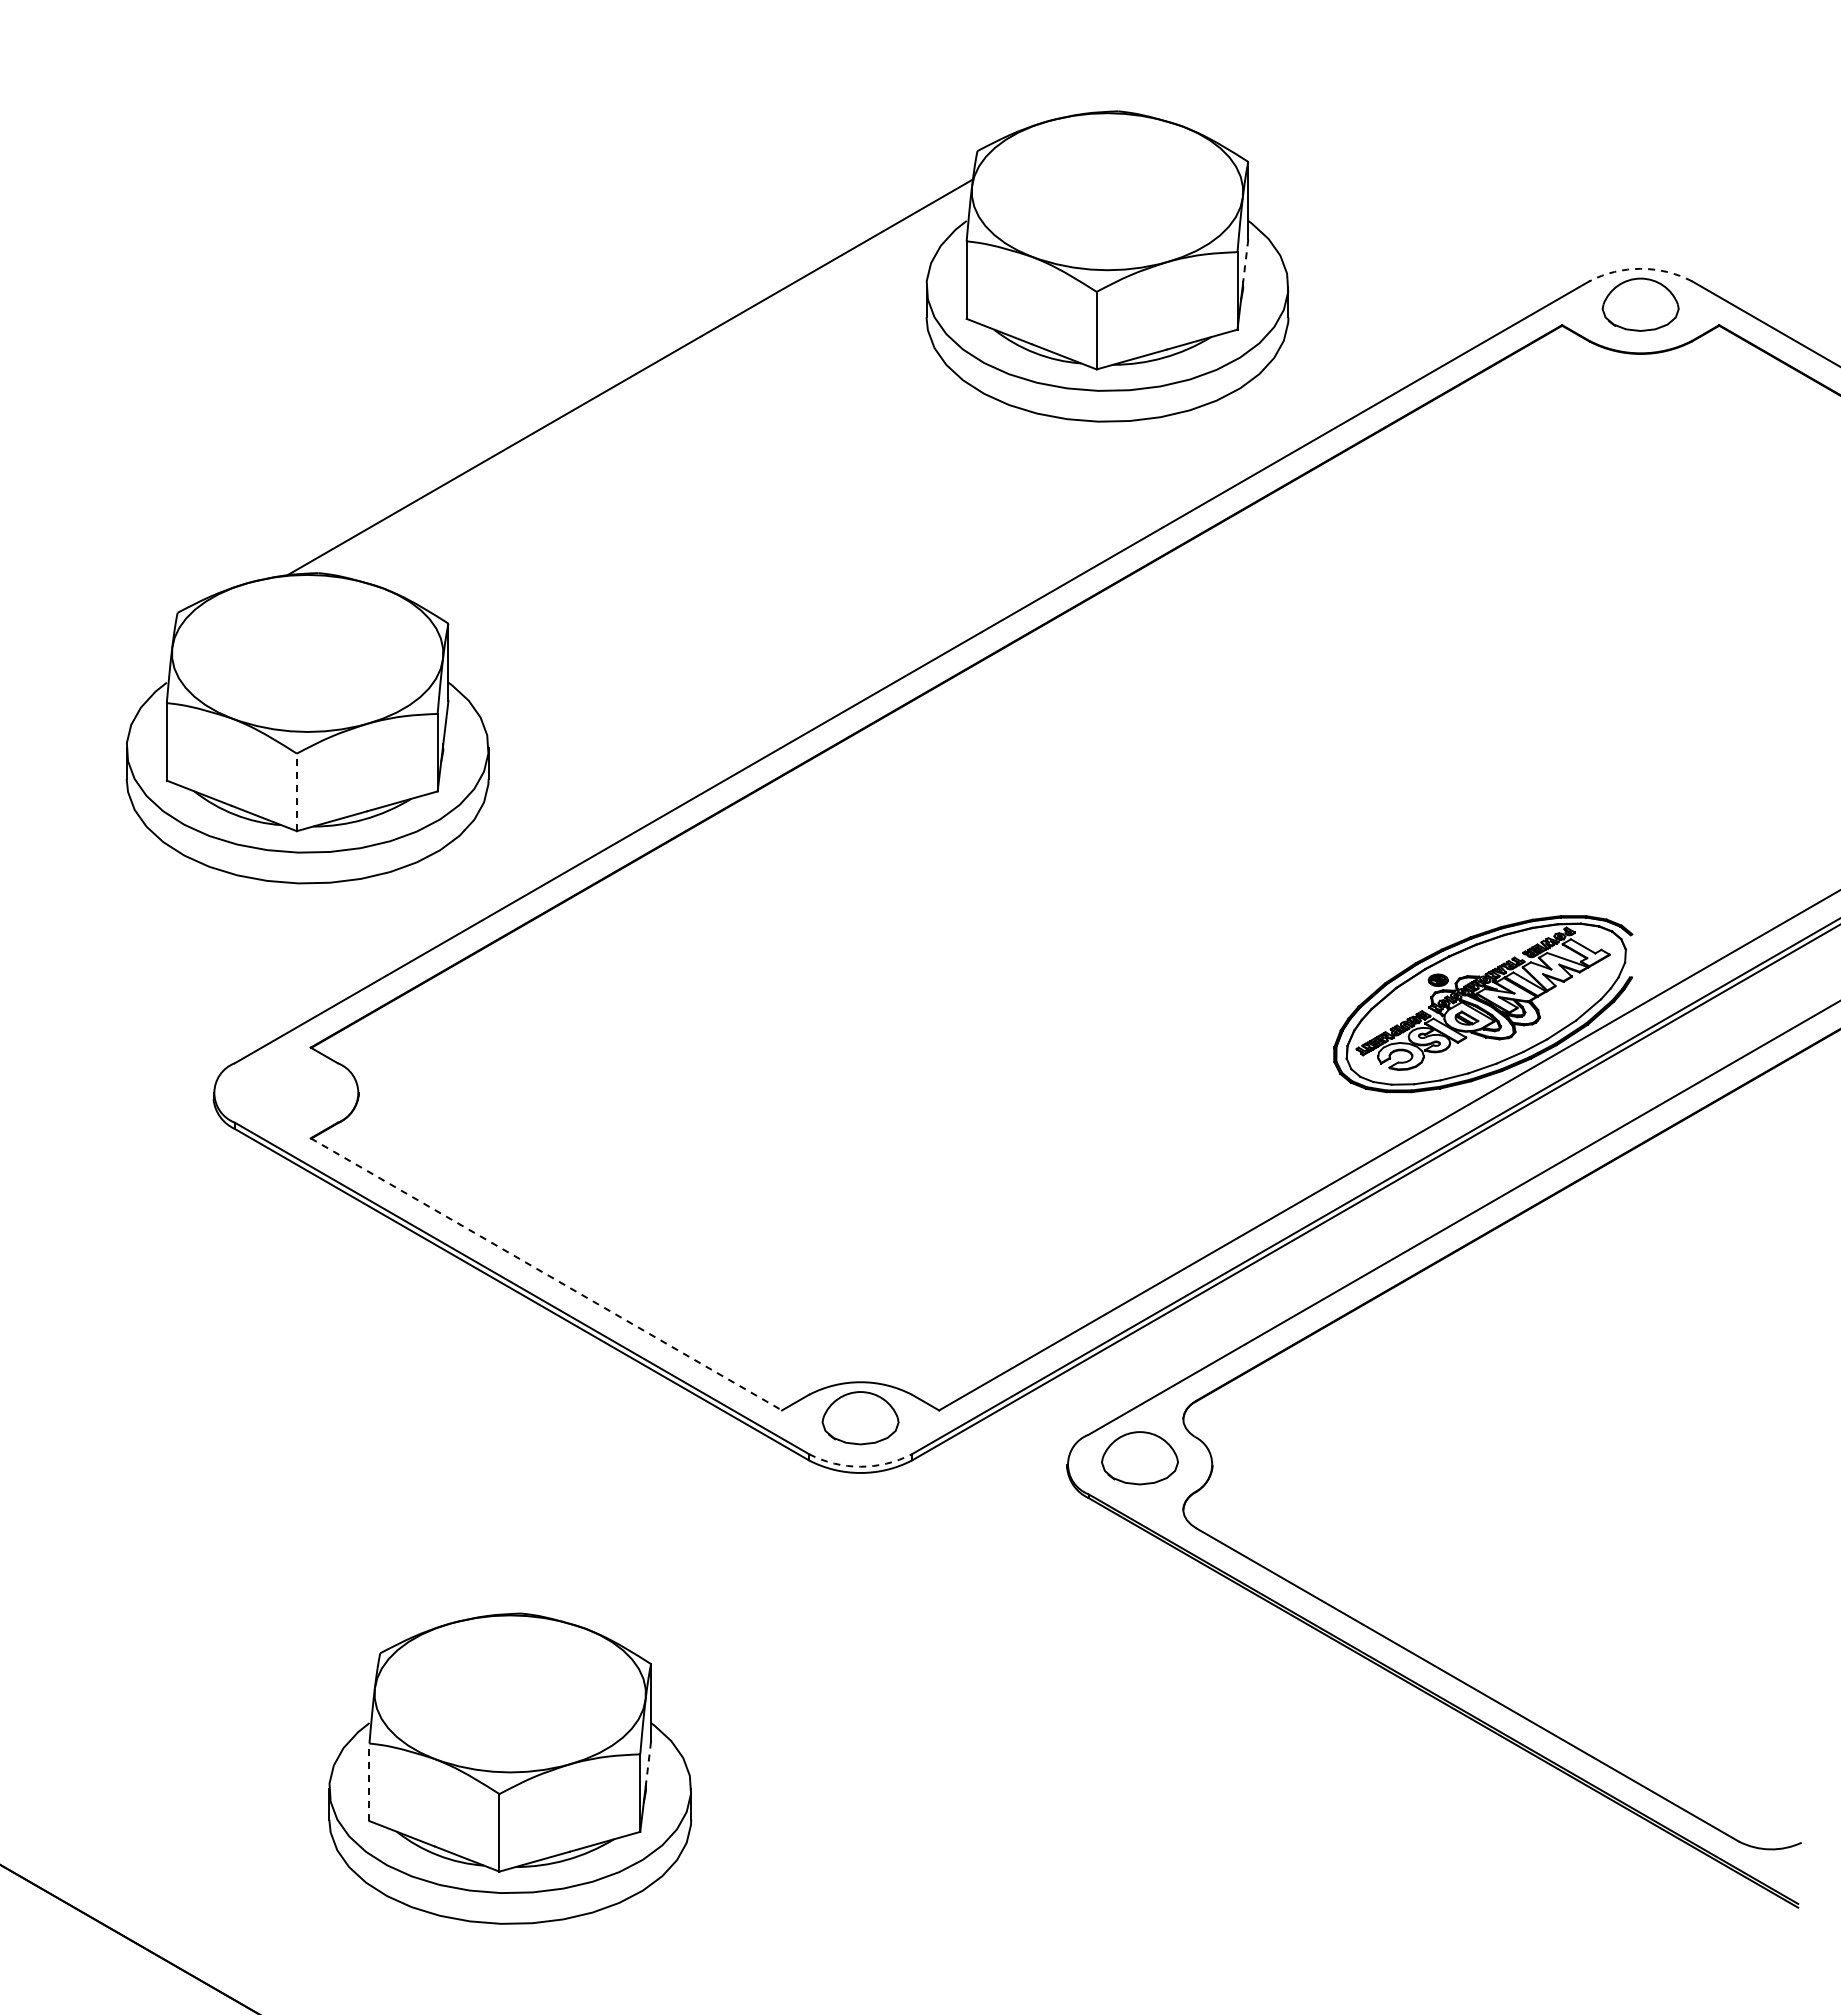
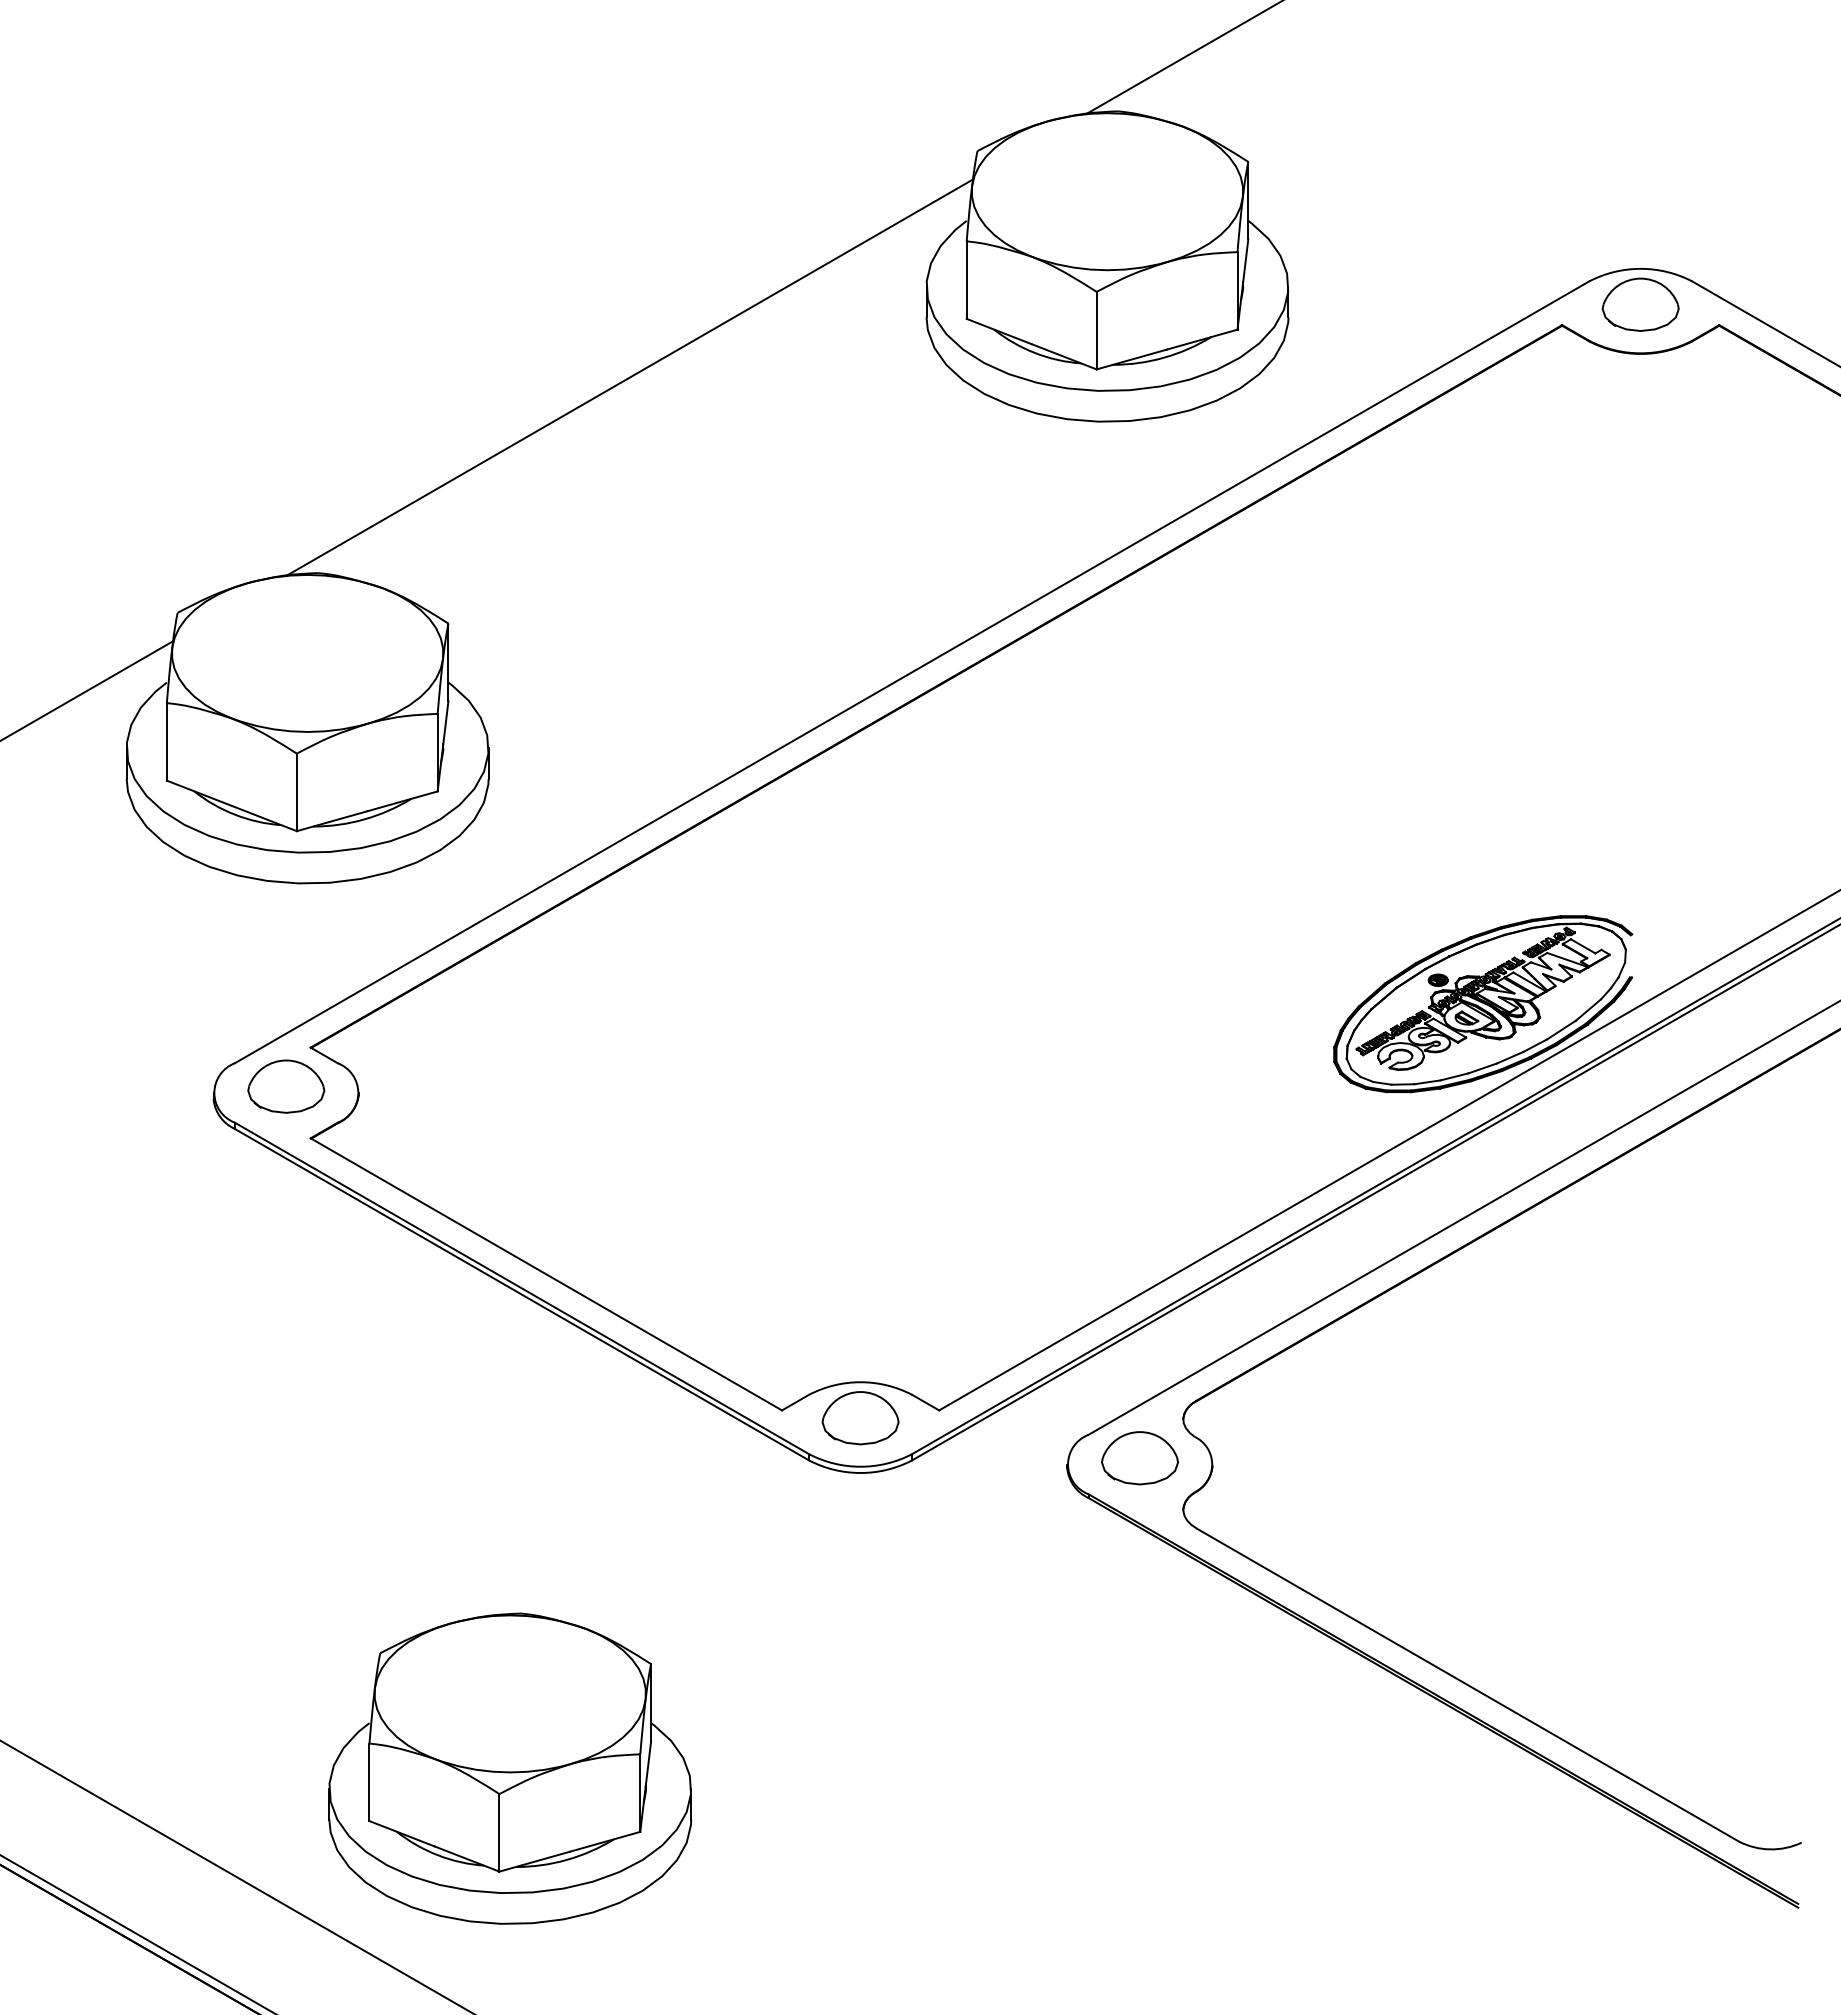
line at (1183, 57): none -> present
line at (1245, 261): dashed -> solid
arc at (1640, 268): dashed -> solid
line at (87, 690): none -> present
line at (296, 792): dashed -> solid
part at (286, 1086): none -> present
line at (546, 1274): dashed -> solid
arc at (860, 1466): dashed -> solid
line at (648, 1764): dashed -> solid
line at (369, 1782): dashed -> solid
line at (235, 1876): none -> present
line at (136, 1933): none -> present
